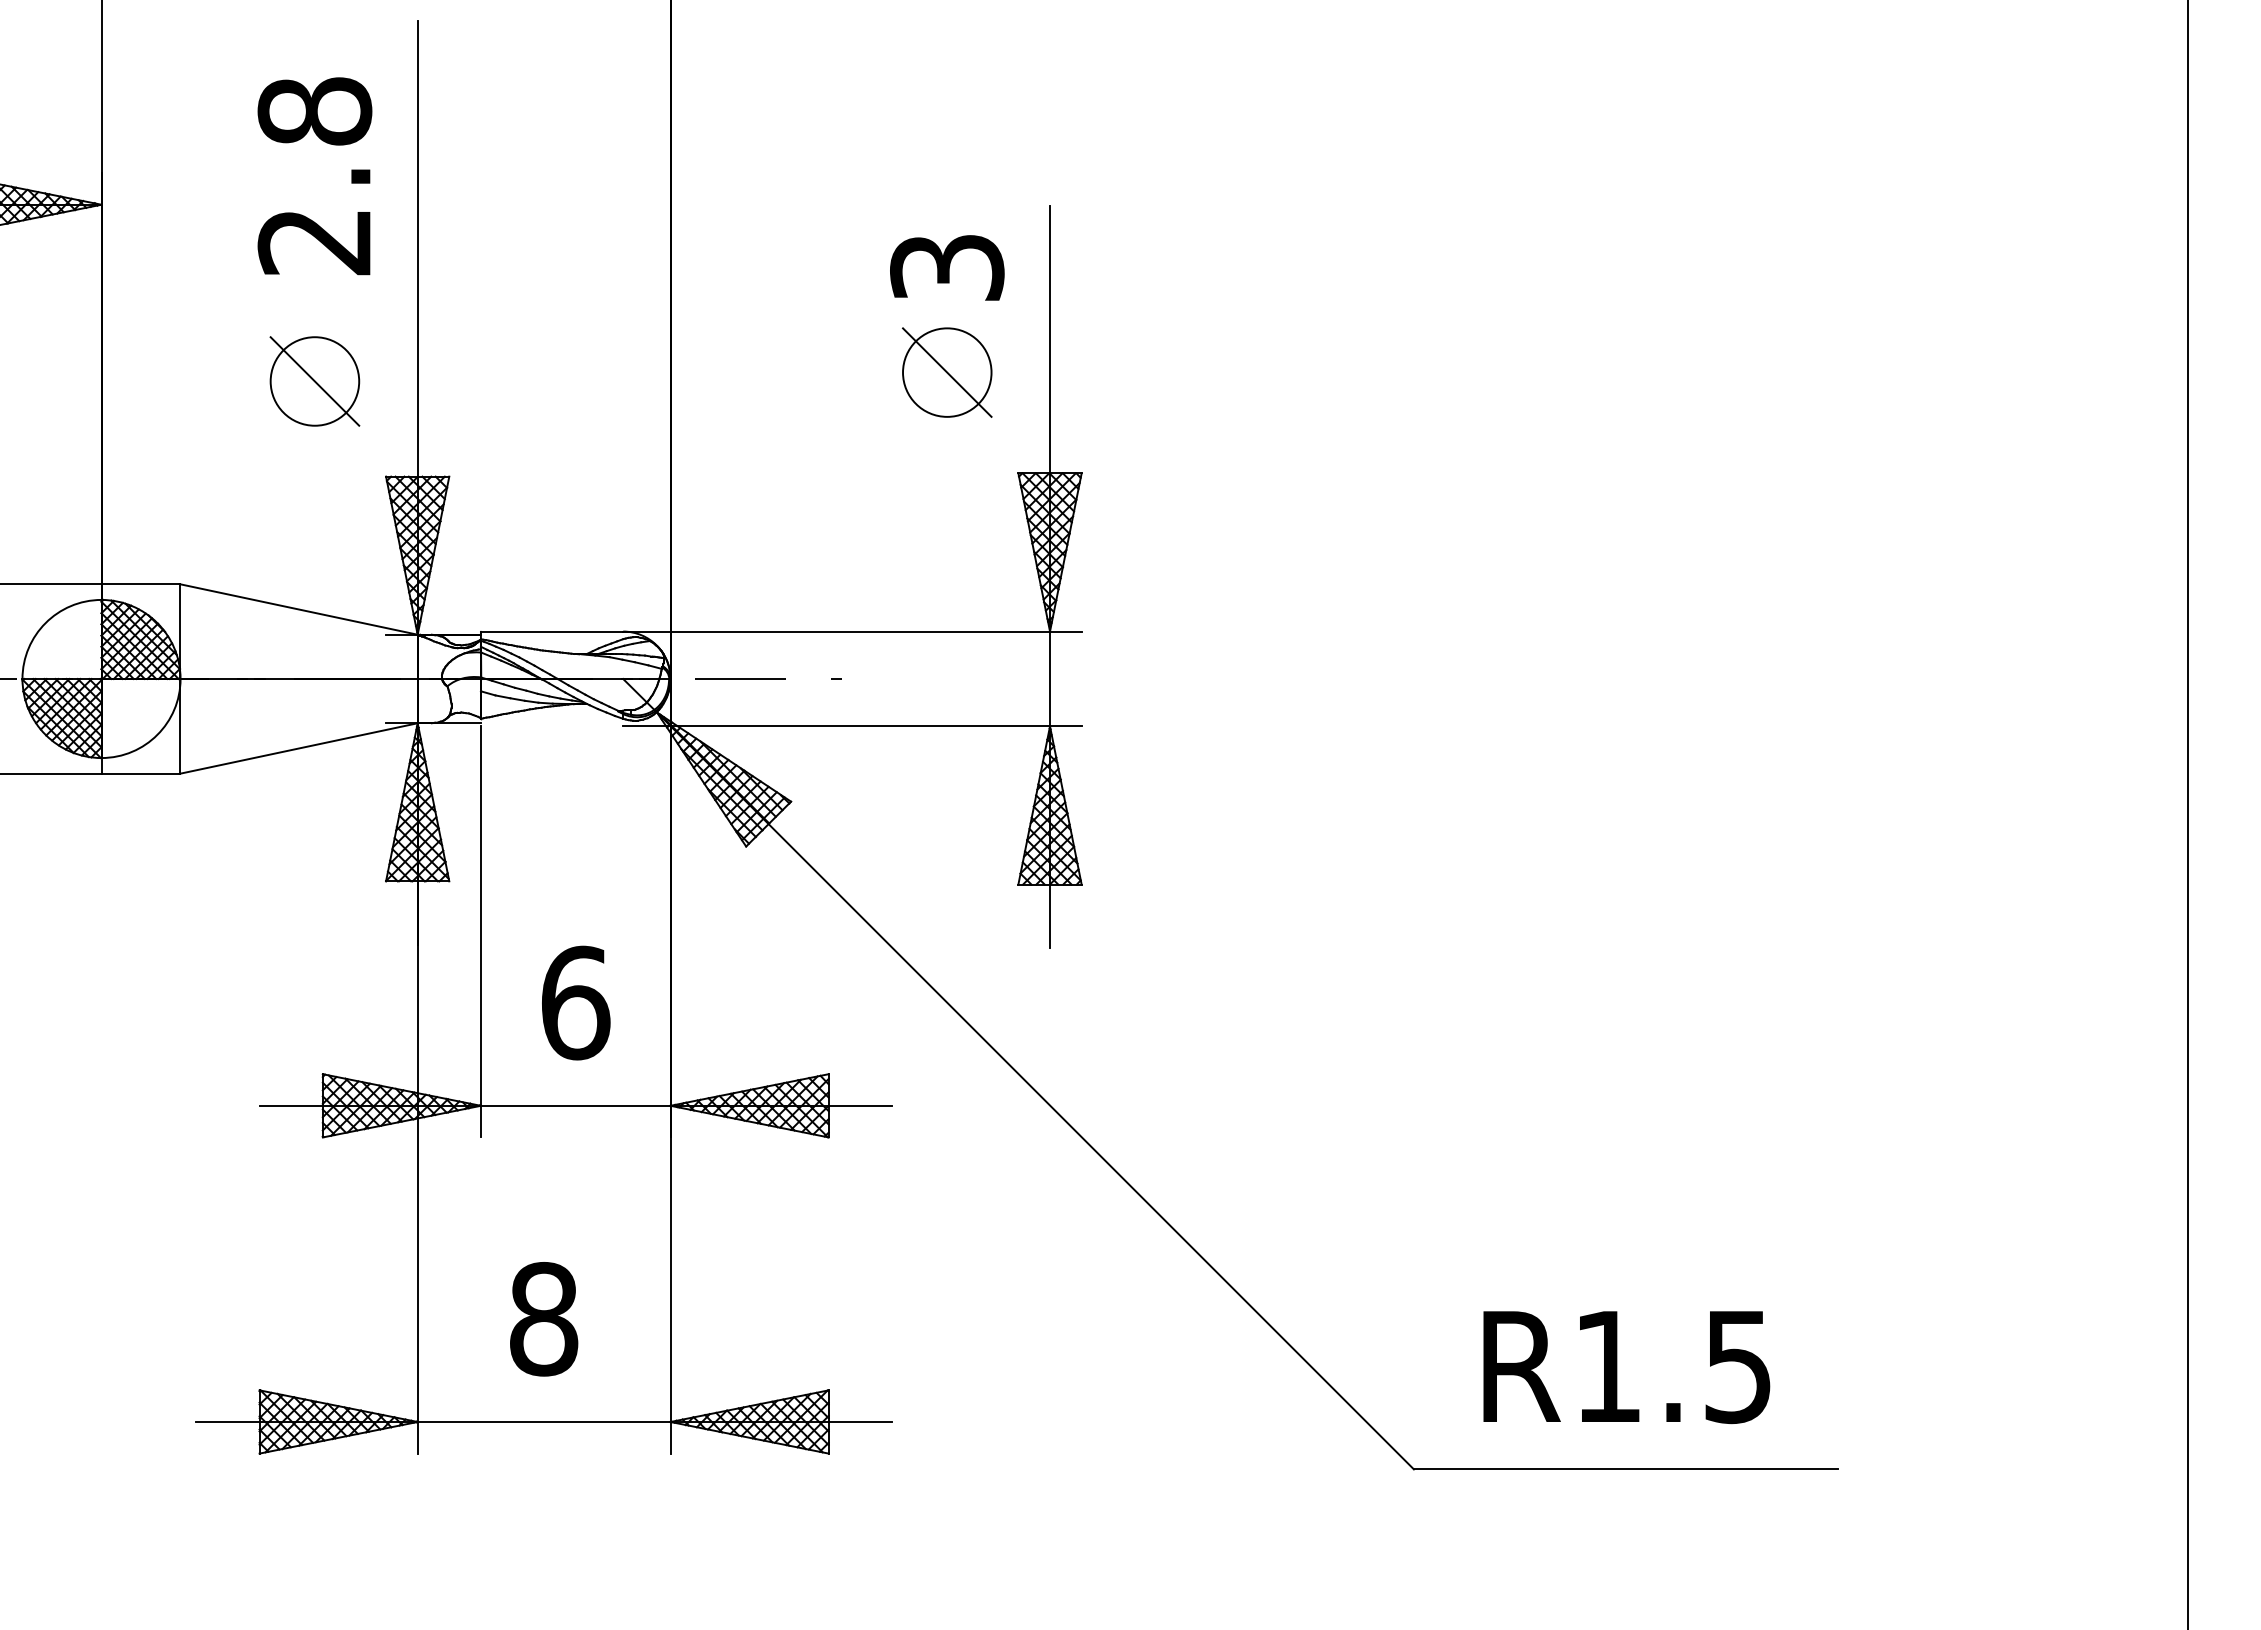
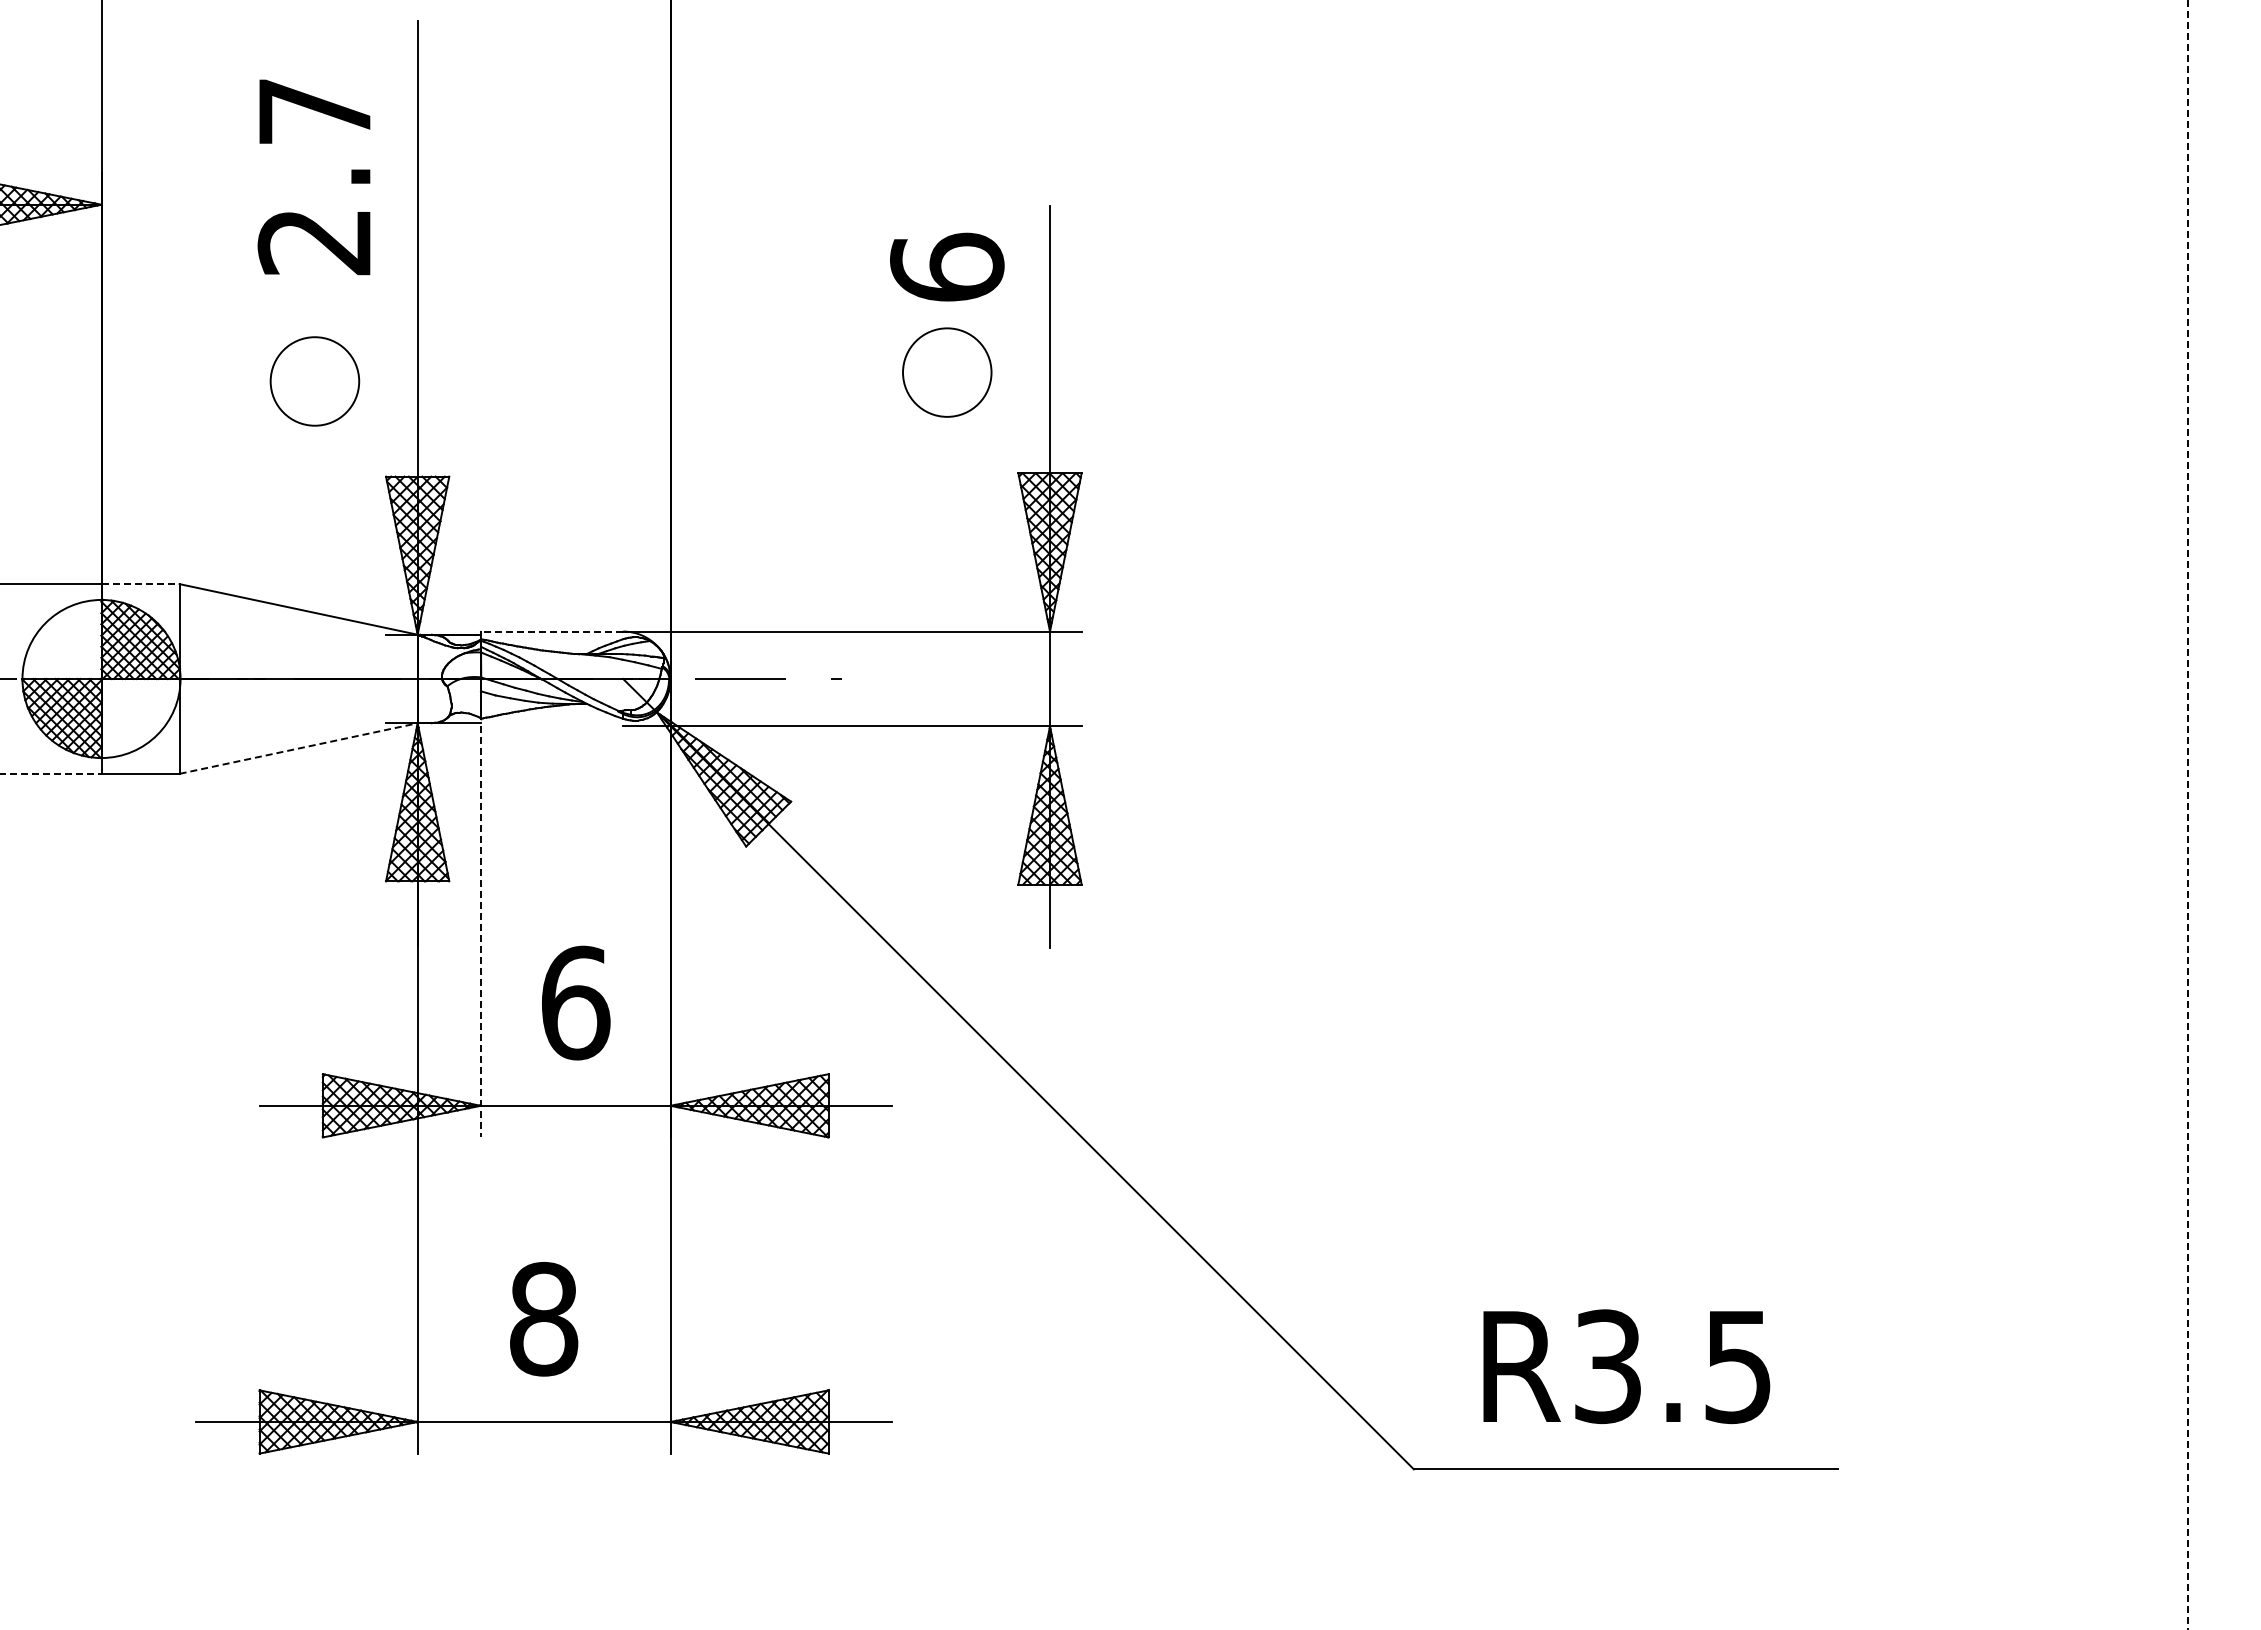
text at (314, 111): 2.8 -> 2.7
text at (947, 266): 3 -> 6
line at (947, 372): present -> none
line at (314, 381): present -> none
line at (141, 584): solid -> dashed
line at (551, 631): solid -> dashed
line at (298, 748): solid -> dashed
line at (51, 773): solid -> dashed
line at (2188, 814): solid -> dashed
line at (480, 931): solid -> dashed
text at (1607, 1366): R1.5 -> R3.5
